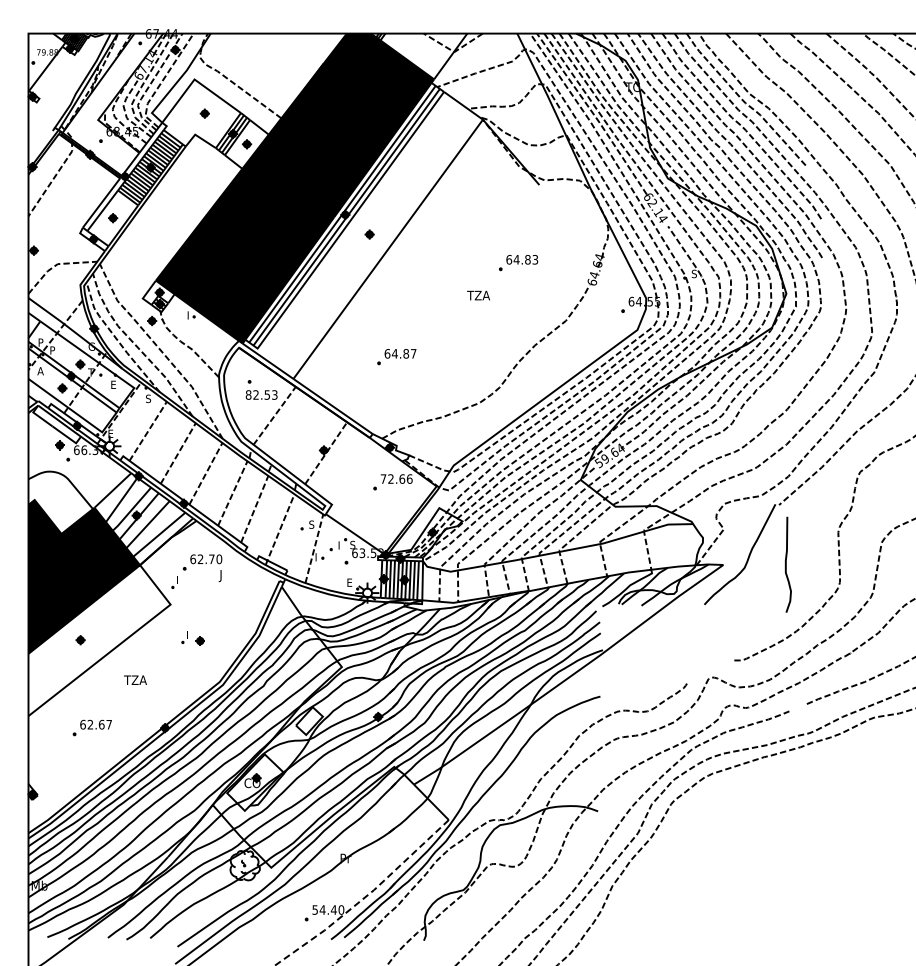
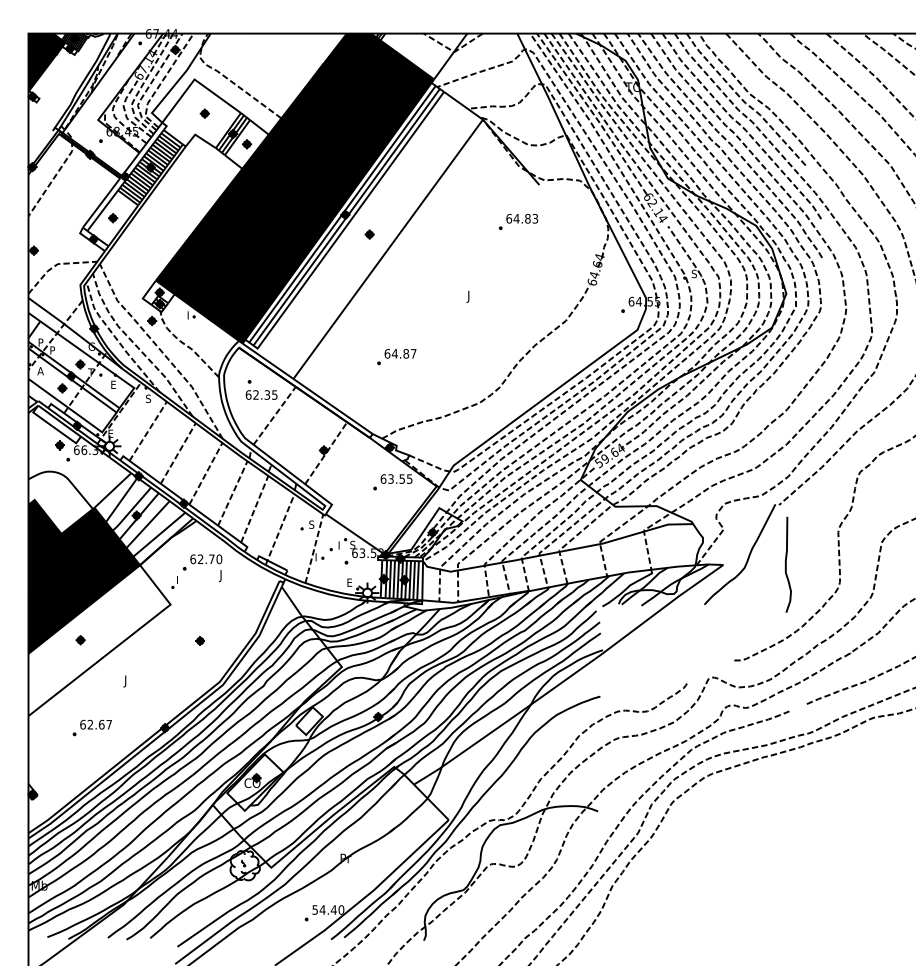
fill at (46, 62): none -> present
part at (518, 263) position: (518, 263) -> (518, 222)
text at (477, 296): TZA -> J
text at (261, 394): 82.53 -> 62.35
text at (396, 478): 72.66 -> 63.55
part at (184, 637): present -> none
text at (134, 681): TZA -> J
line at (365, 897): dashed -> solid
